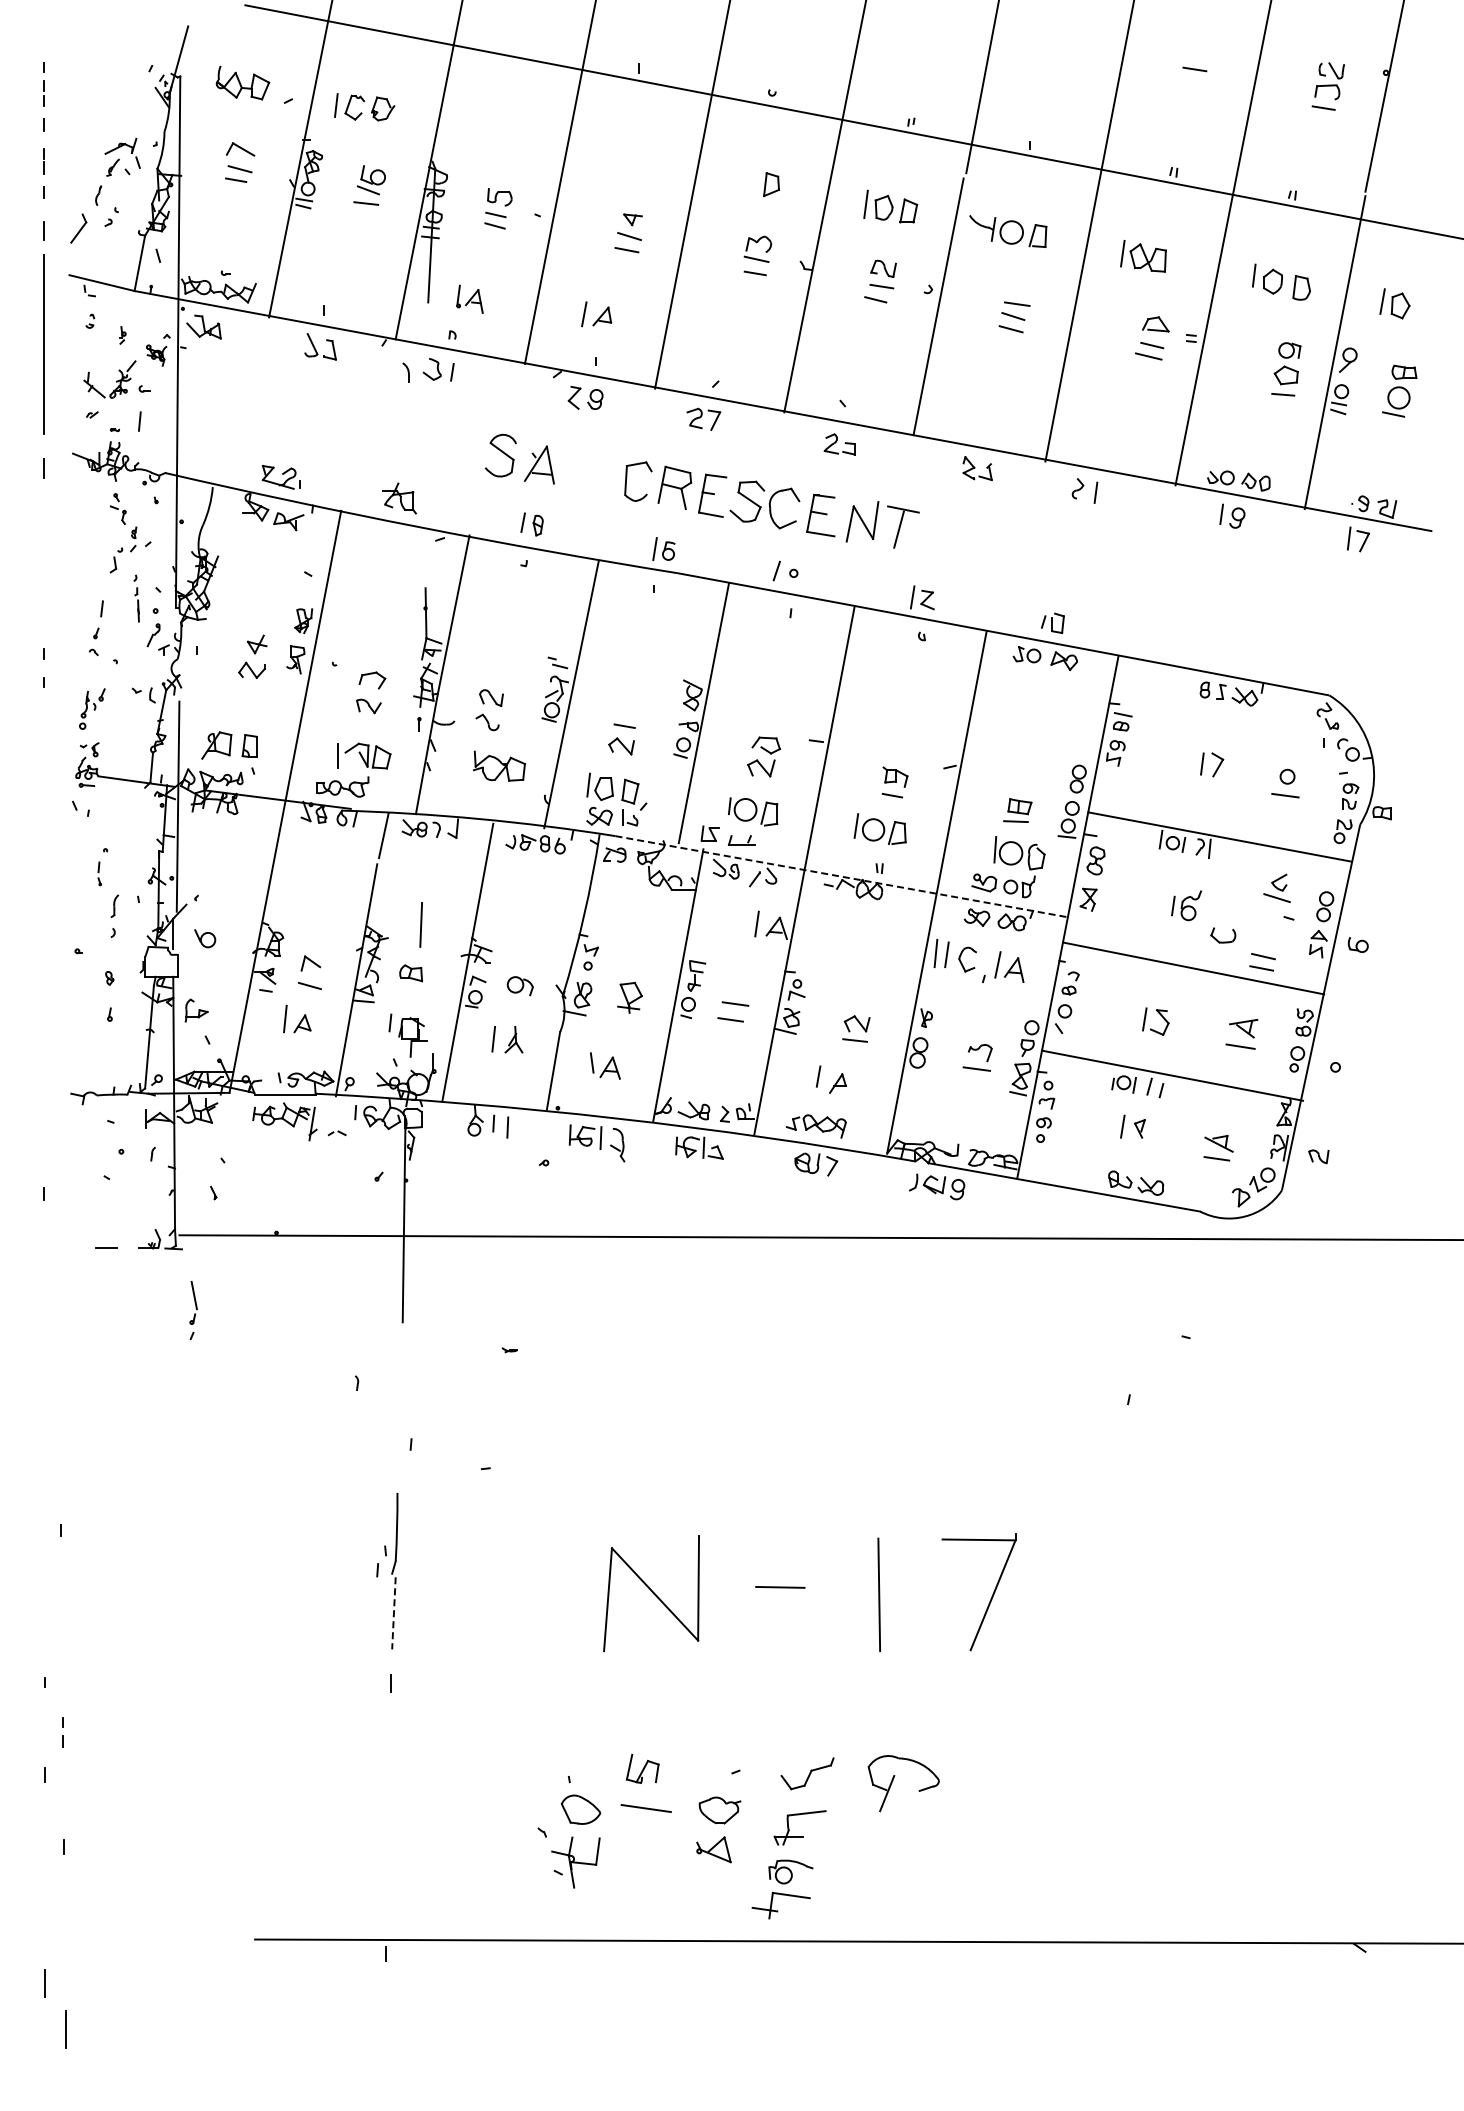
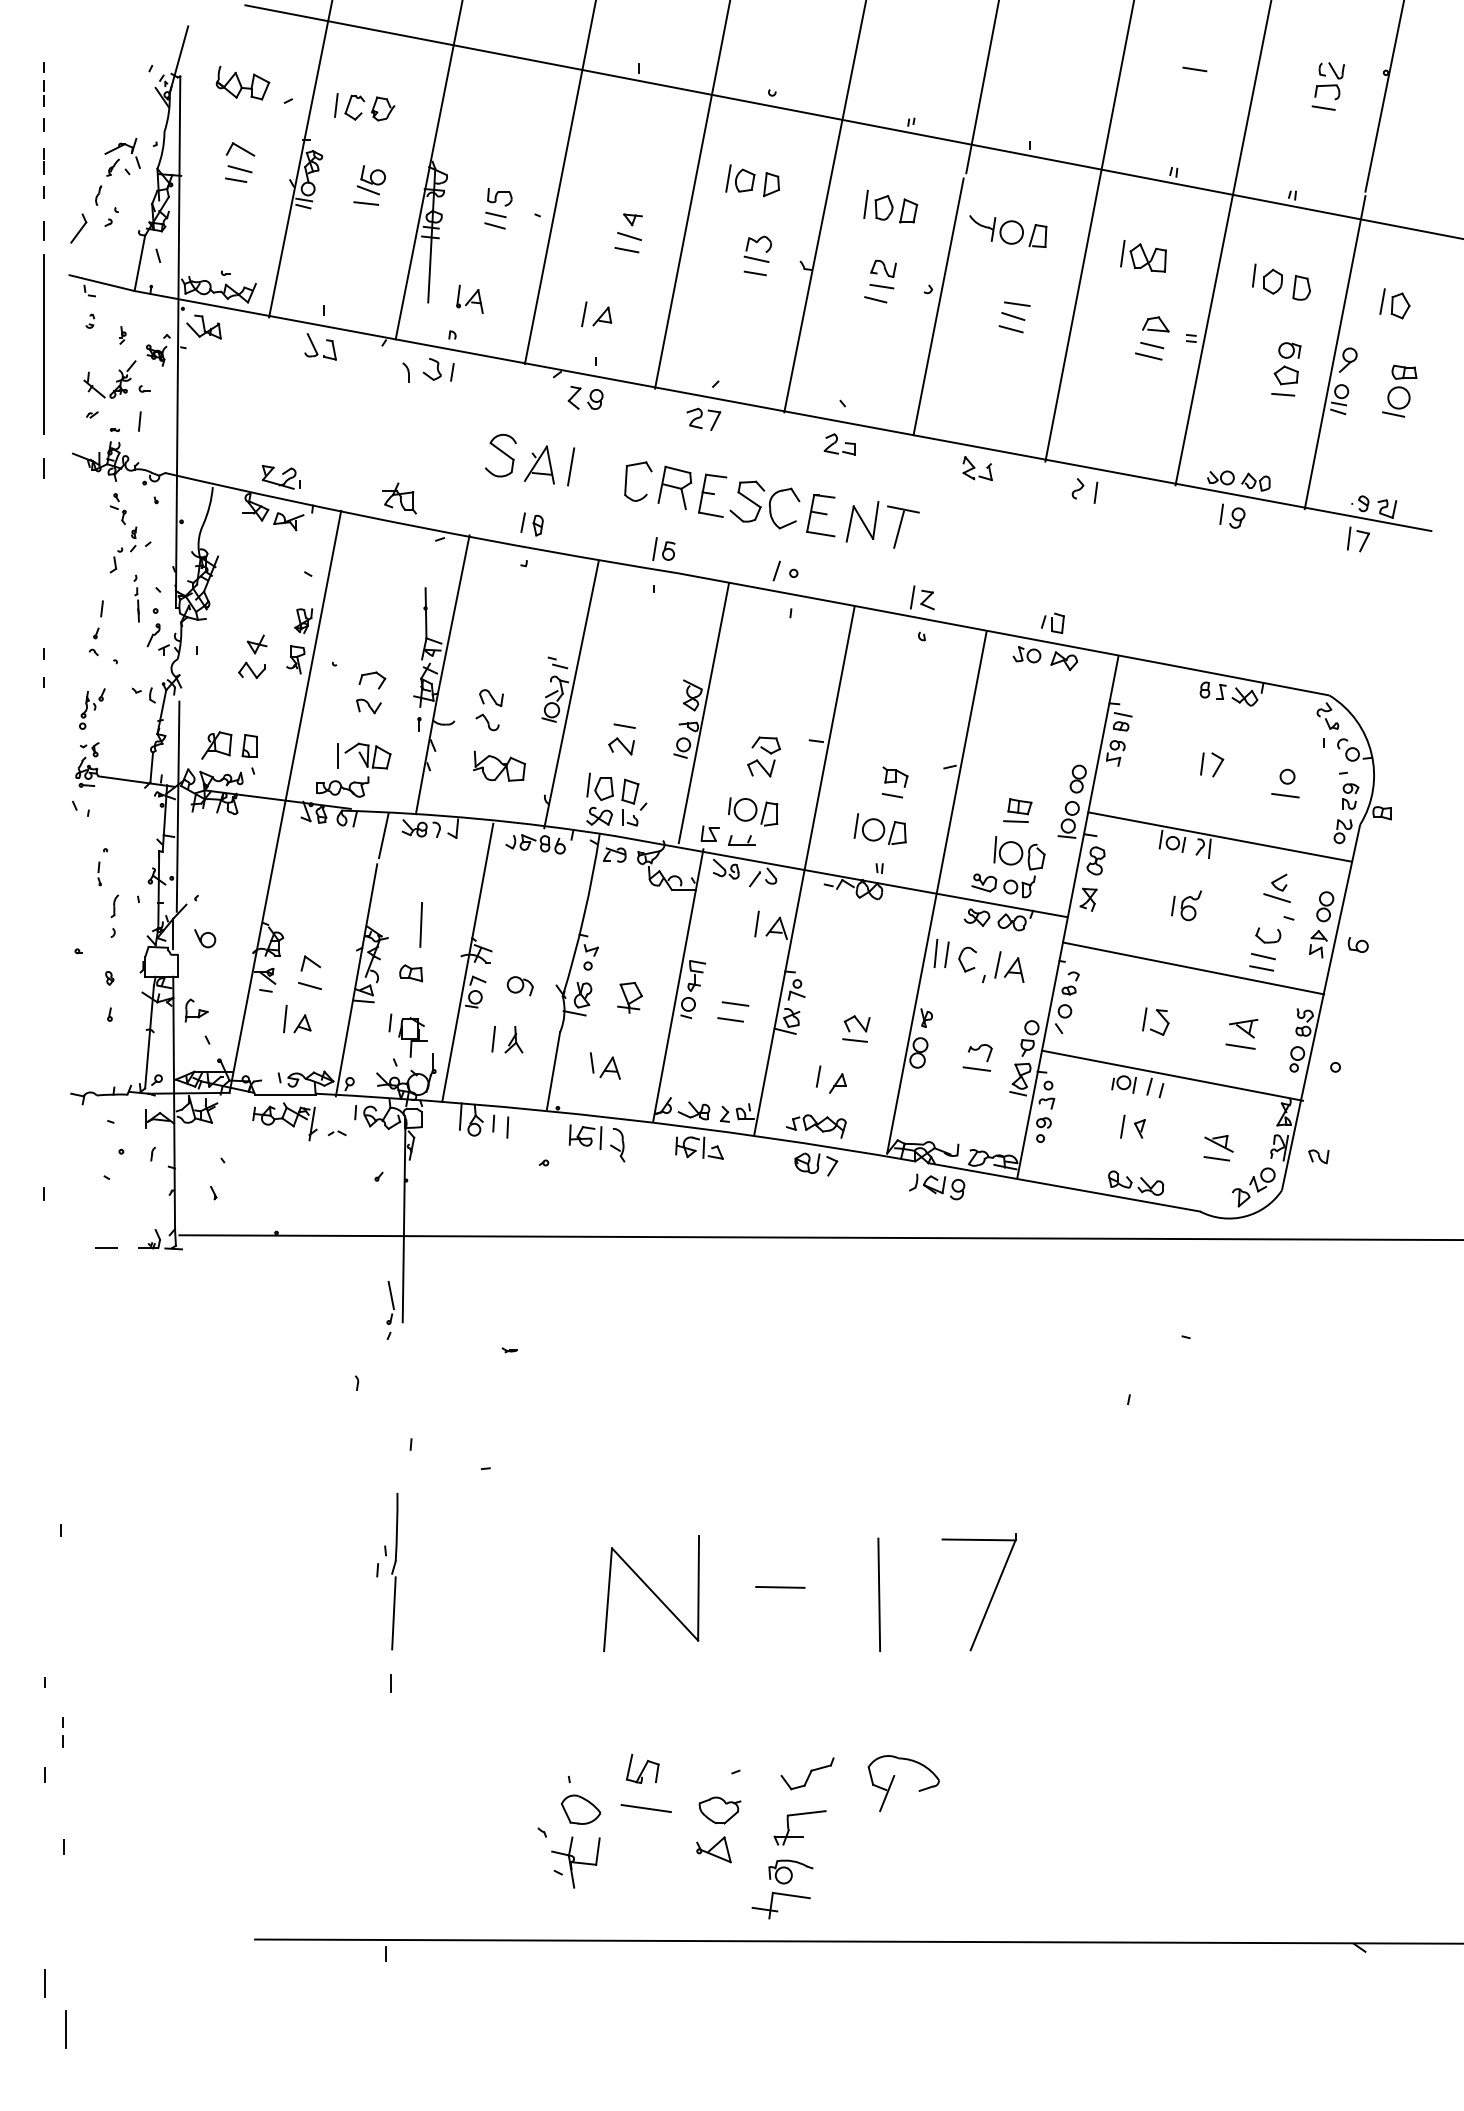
part at (740, 178): none -> present
line at (571, 466): none -> present
line at (841, 876): dashed -> solid
part at (1223, 935) position: (1223, 935) -> (1268, 935)
line at (460, 1116): none -> present
part at (193, 1310) position: (193, 1310) -> (390, 1310)
line at (393, 1613): dashed -> solid
